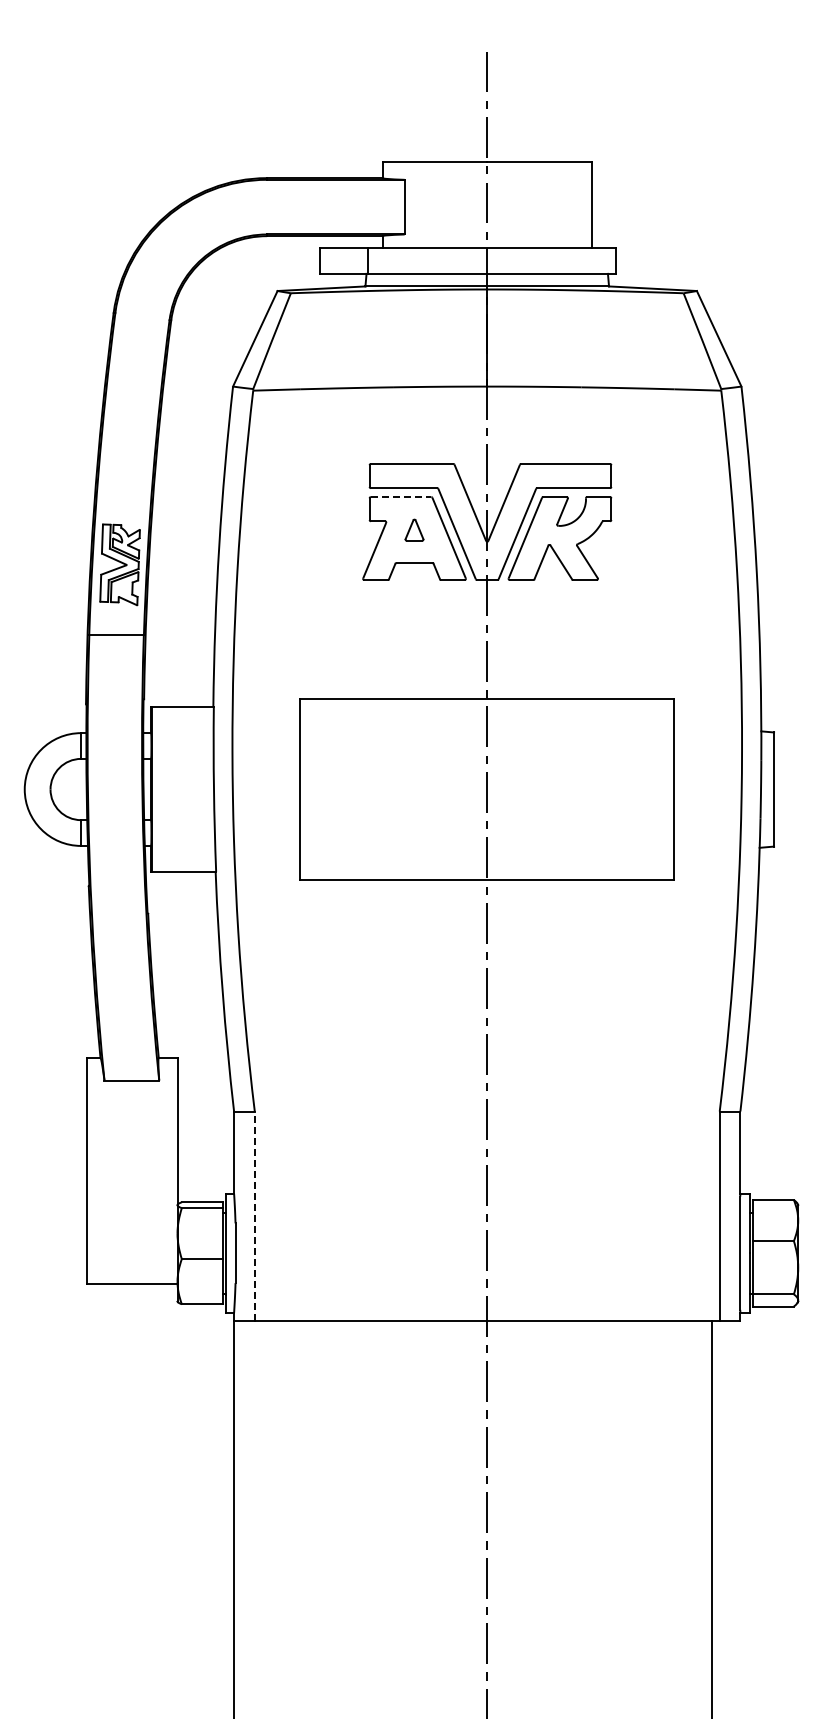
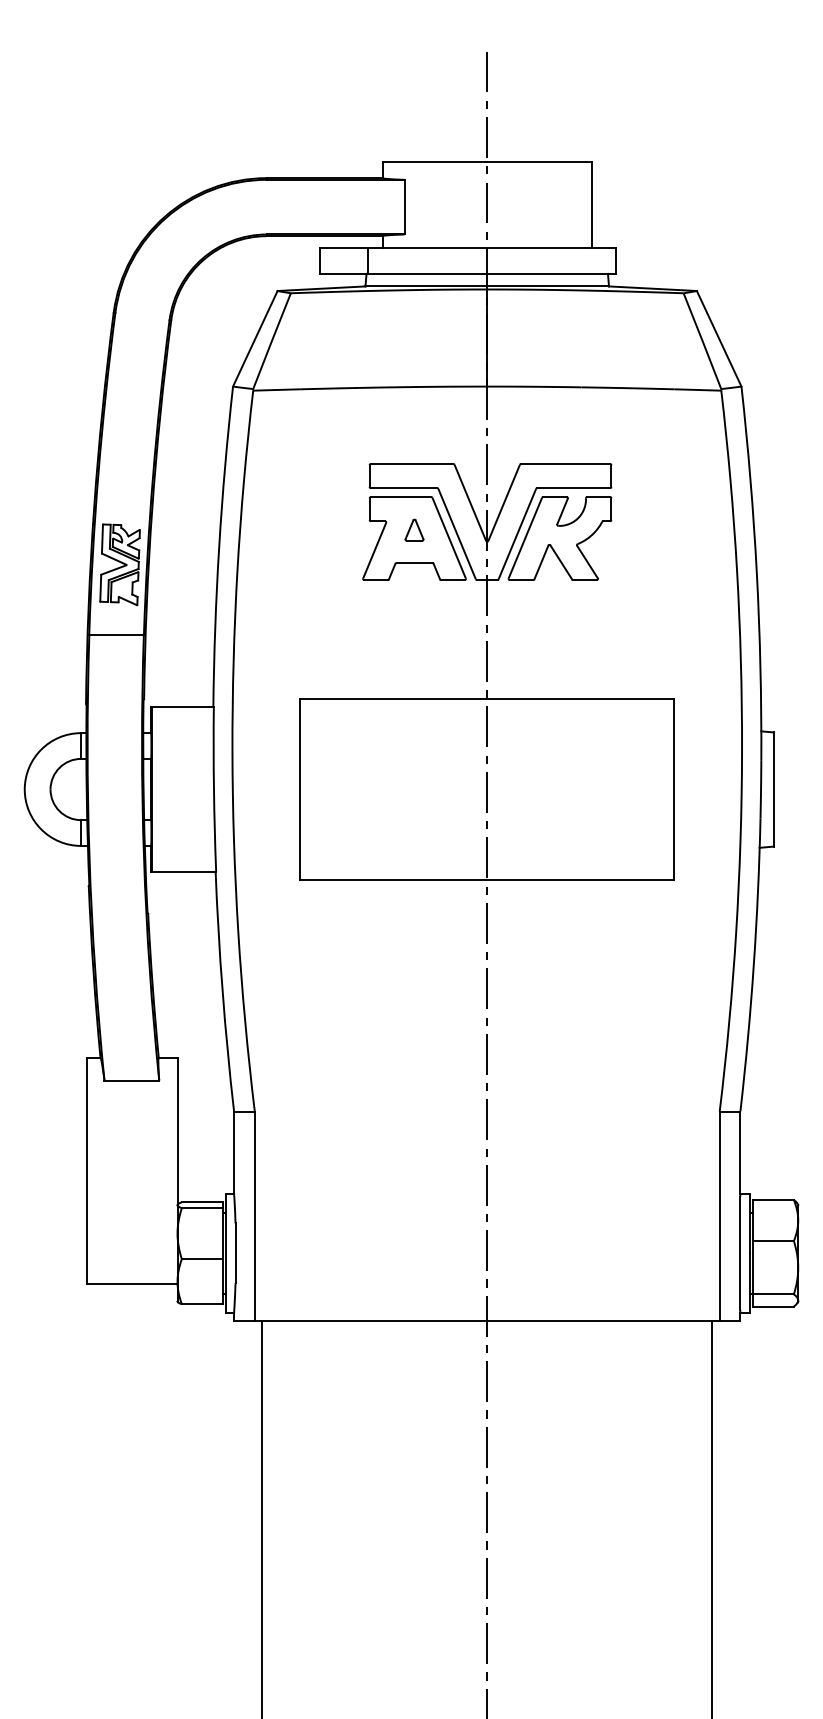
line at (401, 497): dashed -> solid
line at (254, 1216): dashed -> solid
line at (234, 1518) position: (234, 1518) -> (262, 1518)
